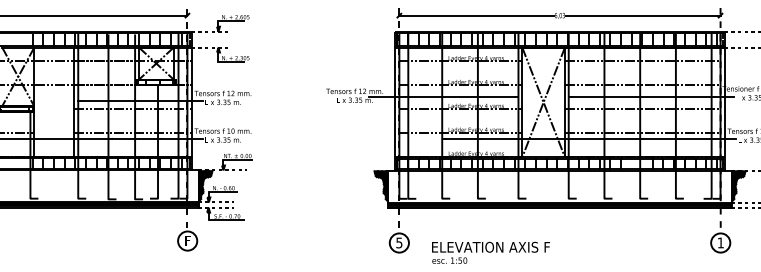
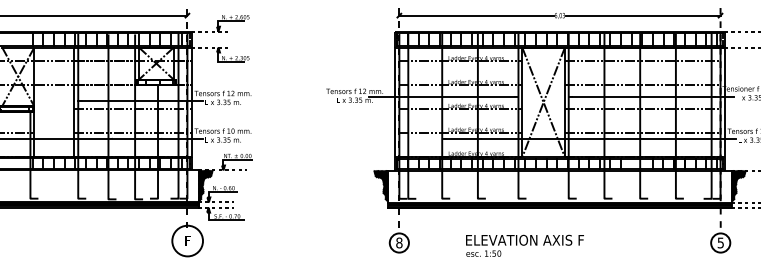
circle at (187, 240) diameter: 19 px -> 31 px
text at (399, 242): 5 -> 8
text at (720, 242): 1 -> 5
text at (490, 252) position: (490, 252) -> (524, 245)
